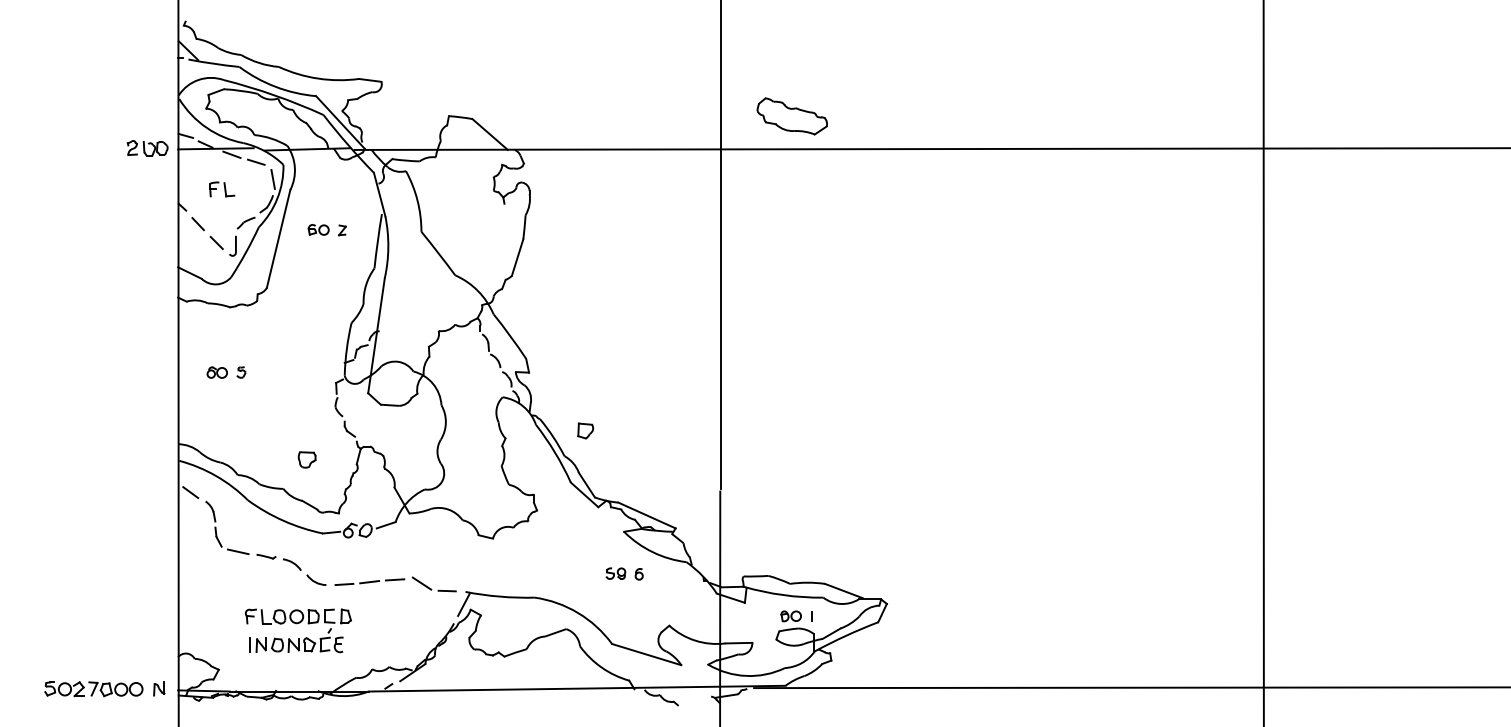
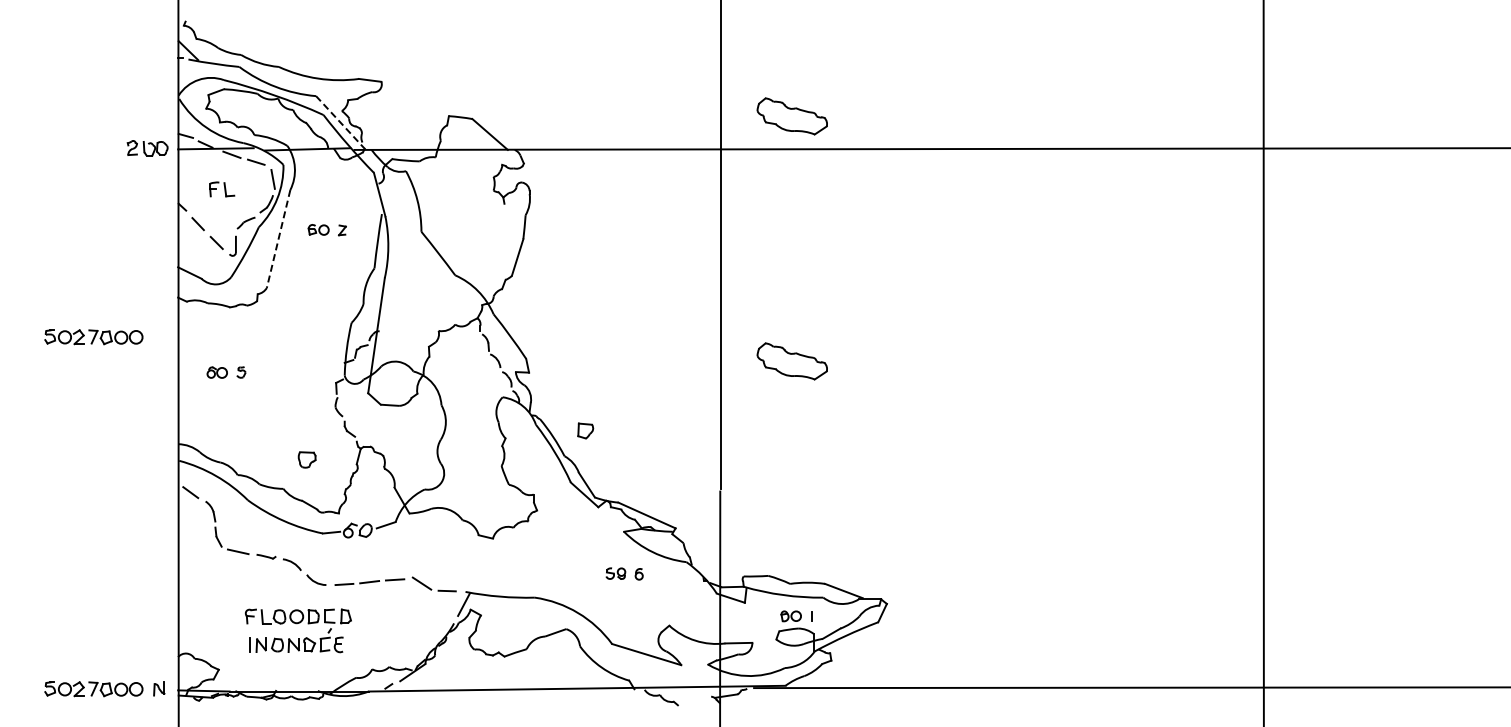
line at (340, 122): solid -> dashed
line at (278, 239): solid -> dashed
part at (93, 337): none -> present
part at (791, 361): none -> present
